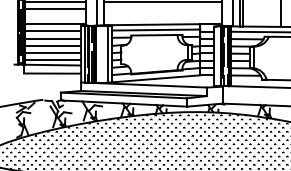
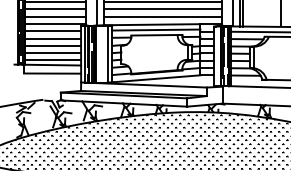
line at (163, 9): none -> present
line at (55, 16): none -> present
line at (163, 16): none -> present
